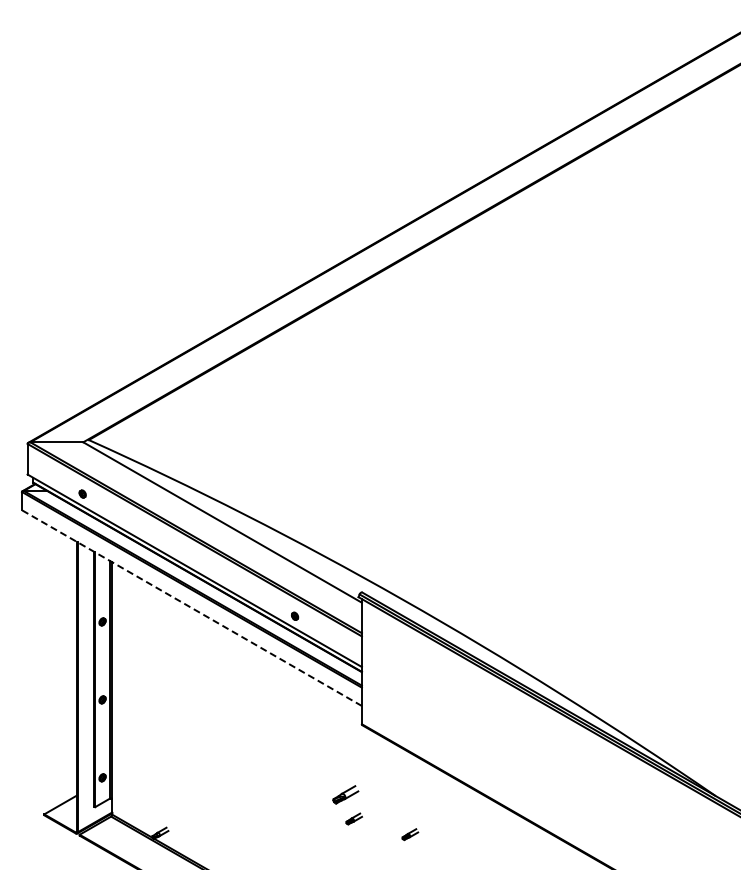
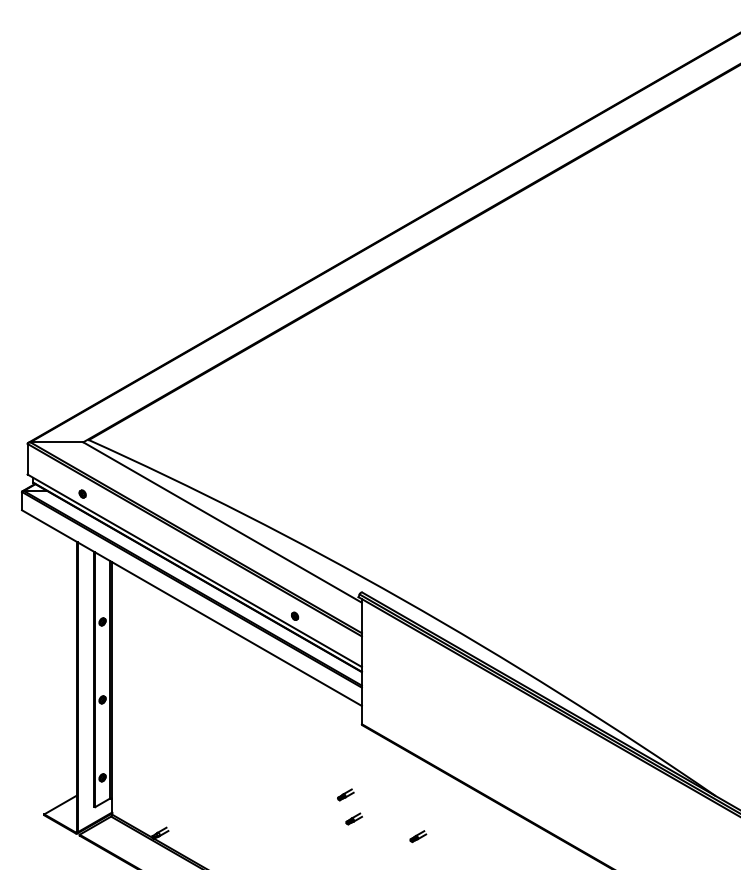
line at (191, 607): dashed -> solid
part at (345, 794) size: 28x20 px -> 18x14 px
part at (410, 834) position: (410, 834) -> (418, 836)
